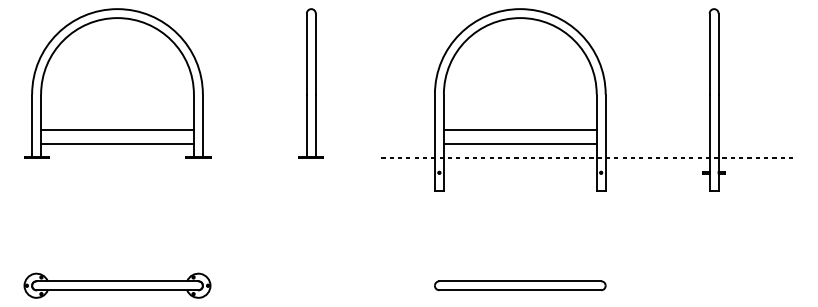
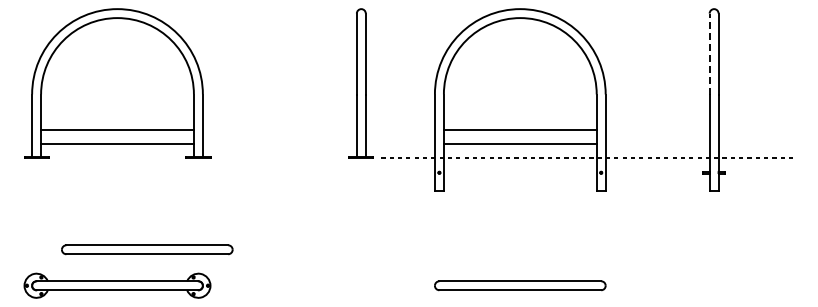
line at (709, 53): solid -> dashed
part at (310, 83) position: (310, 83) -> (360, 83)
part at (147, 249): none -> present
